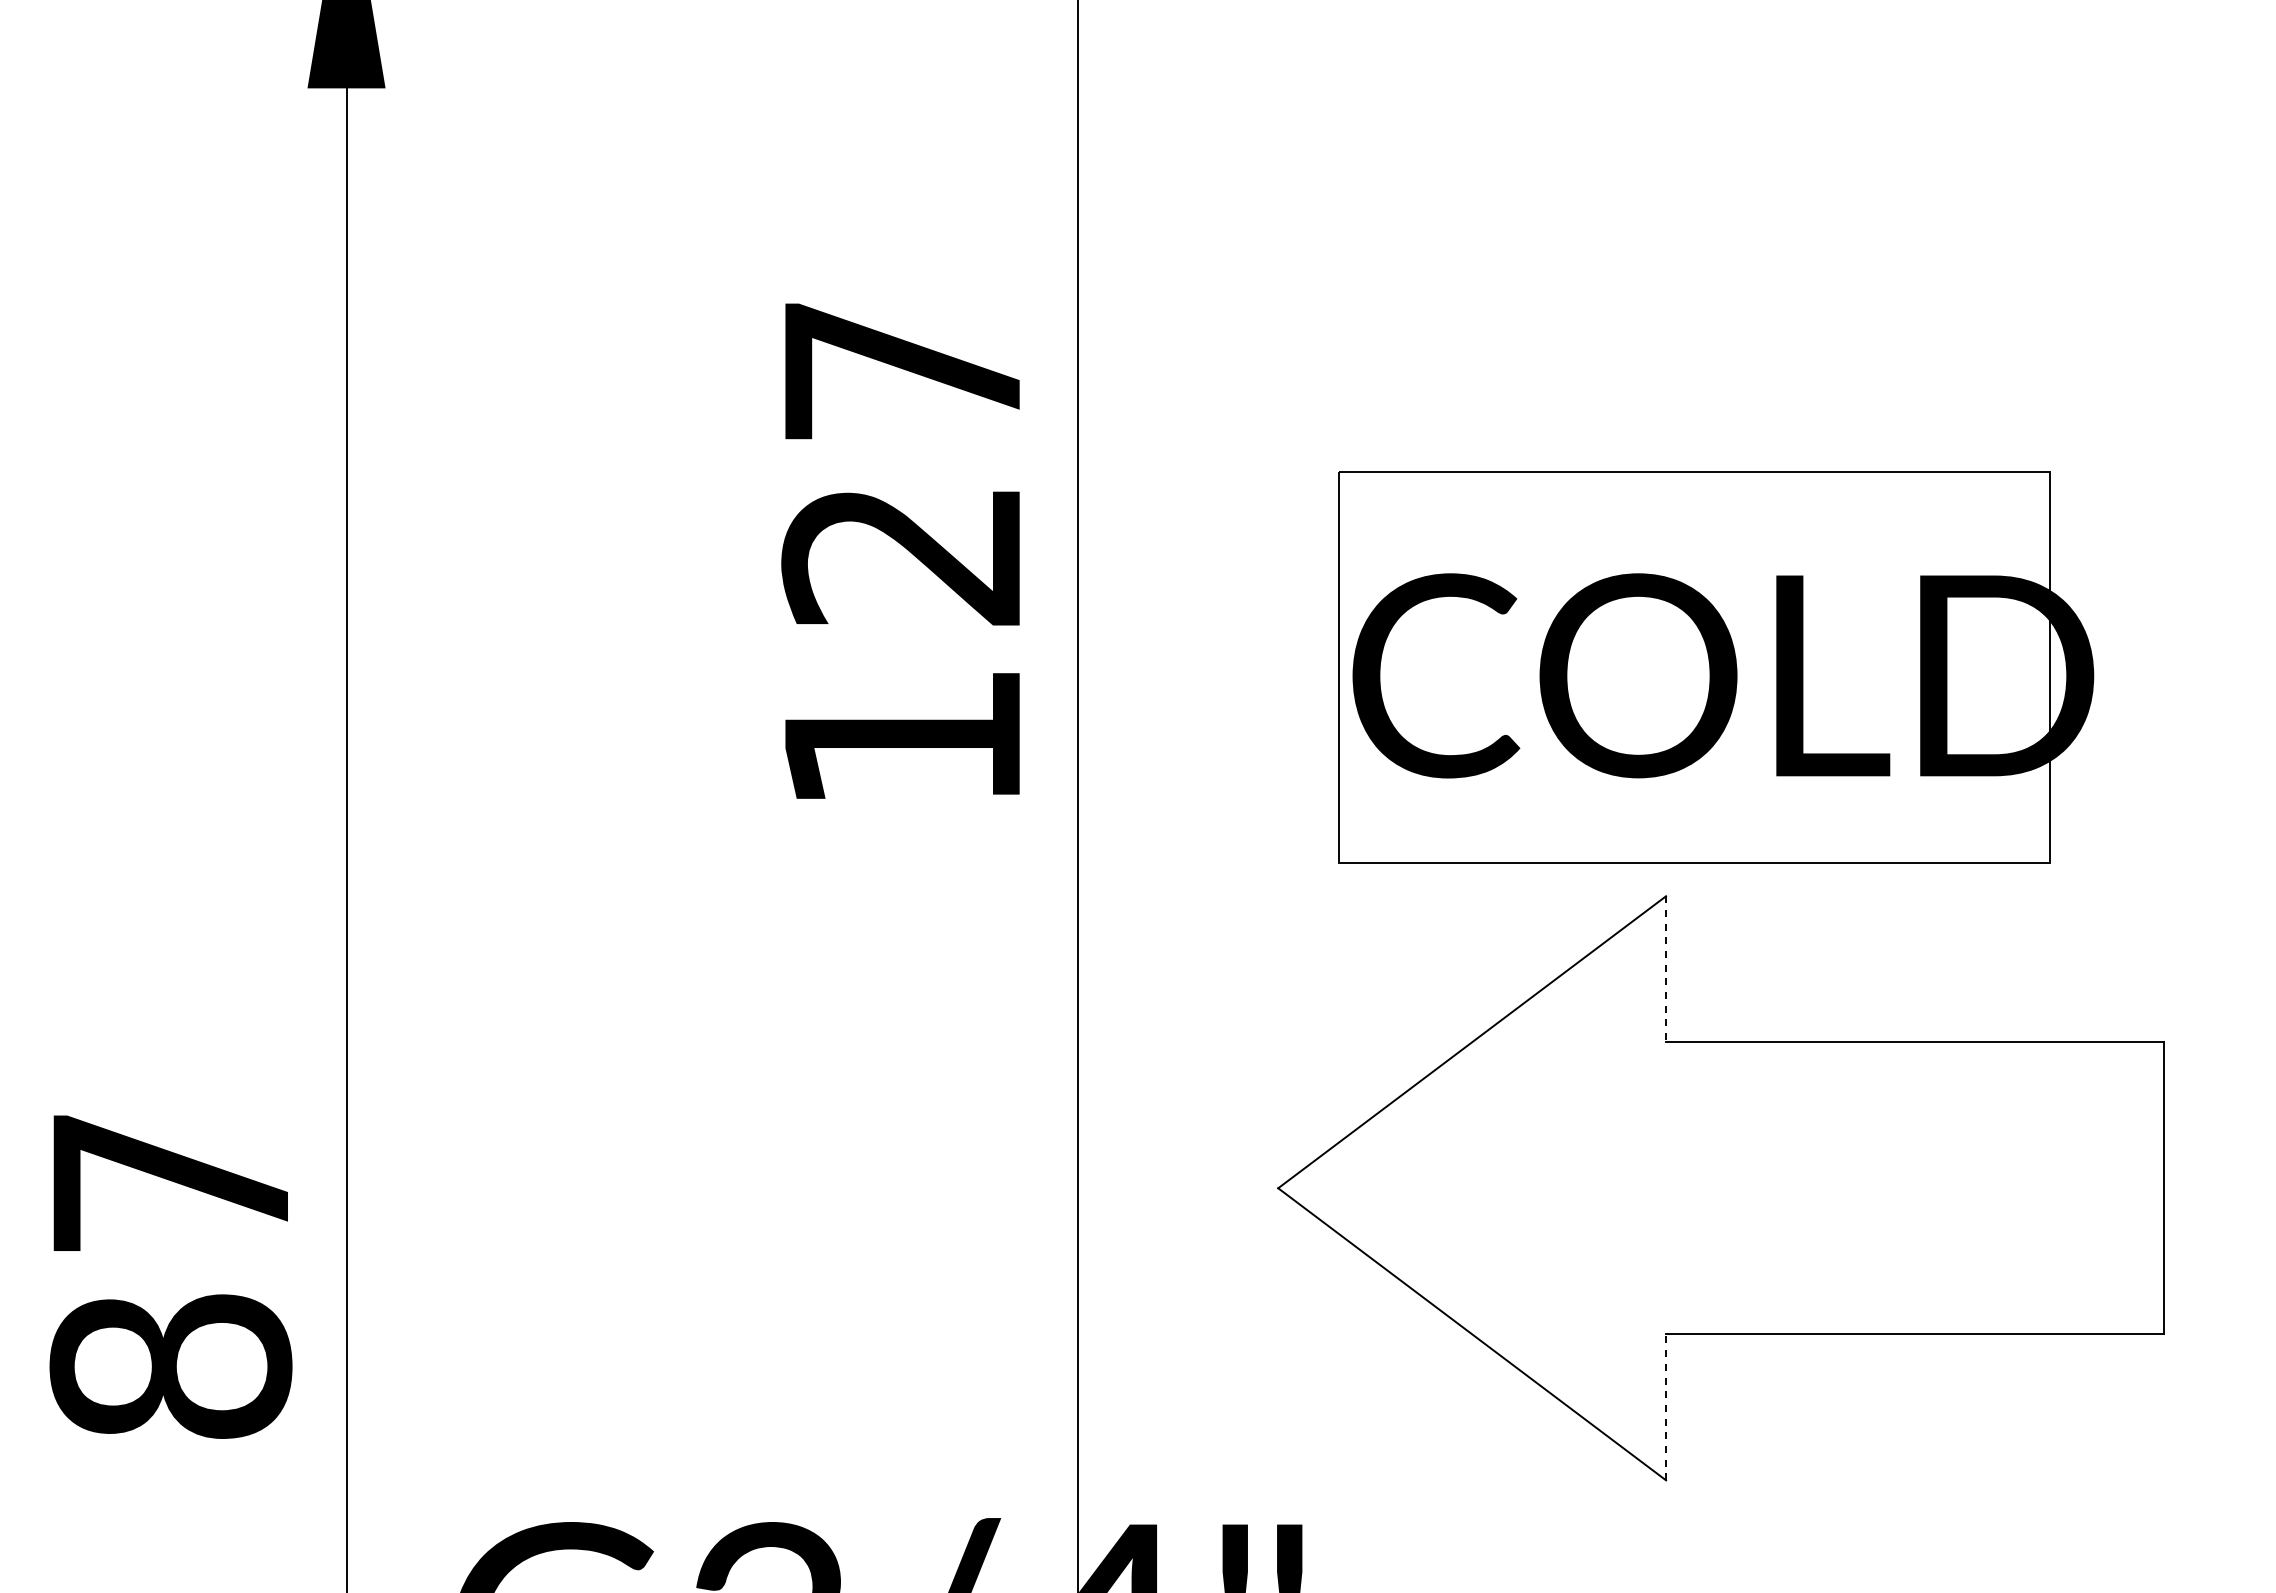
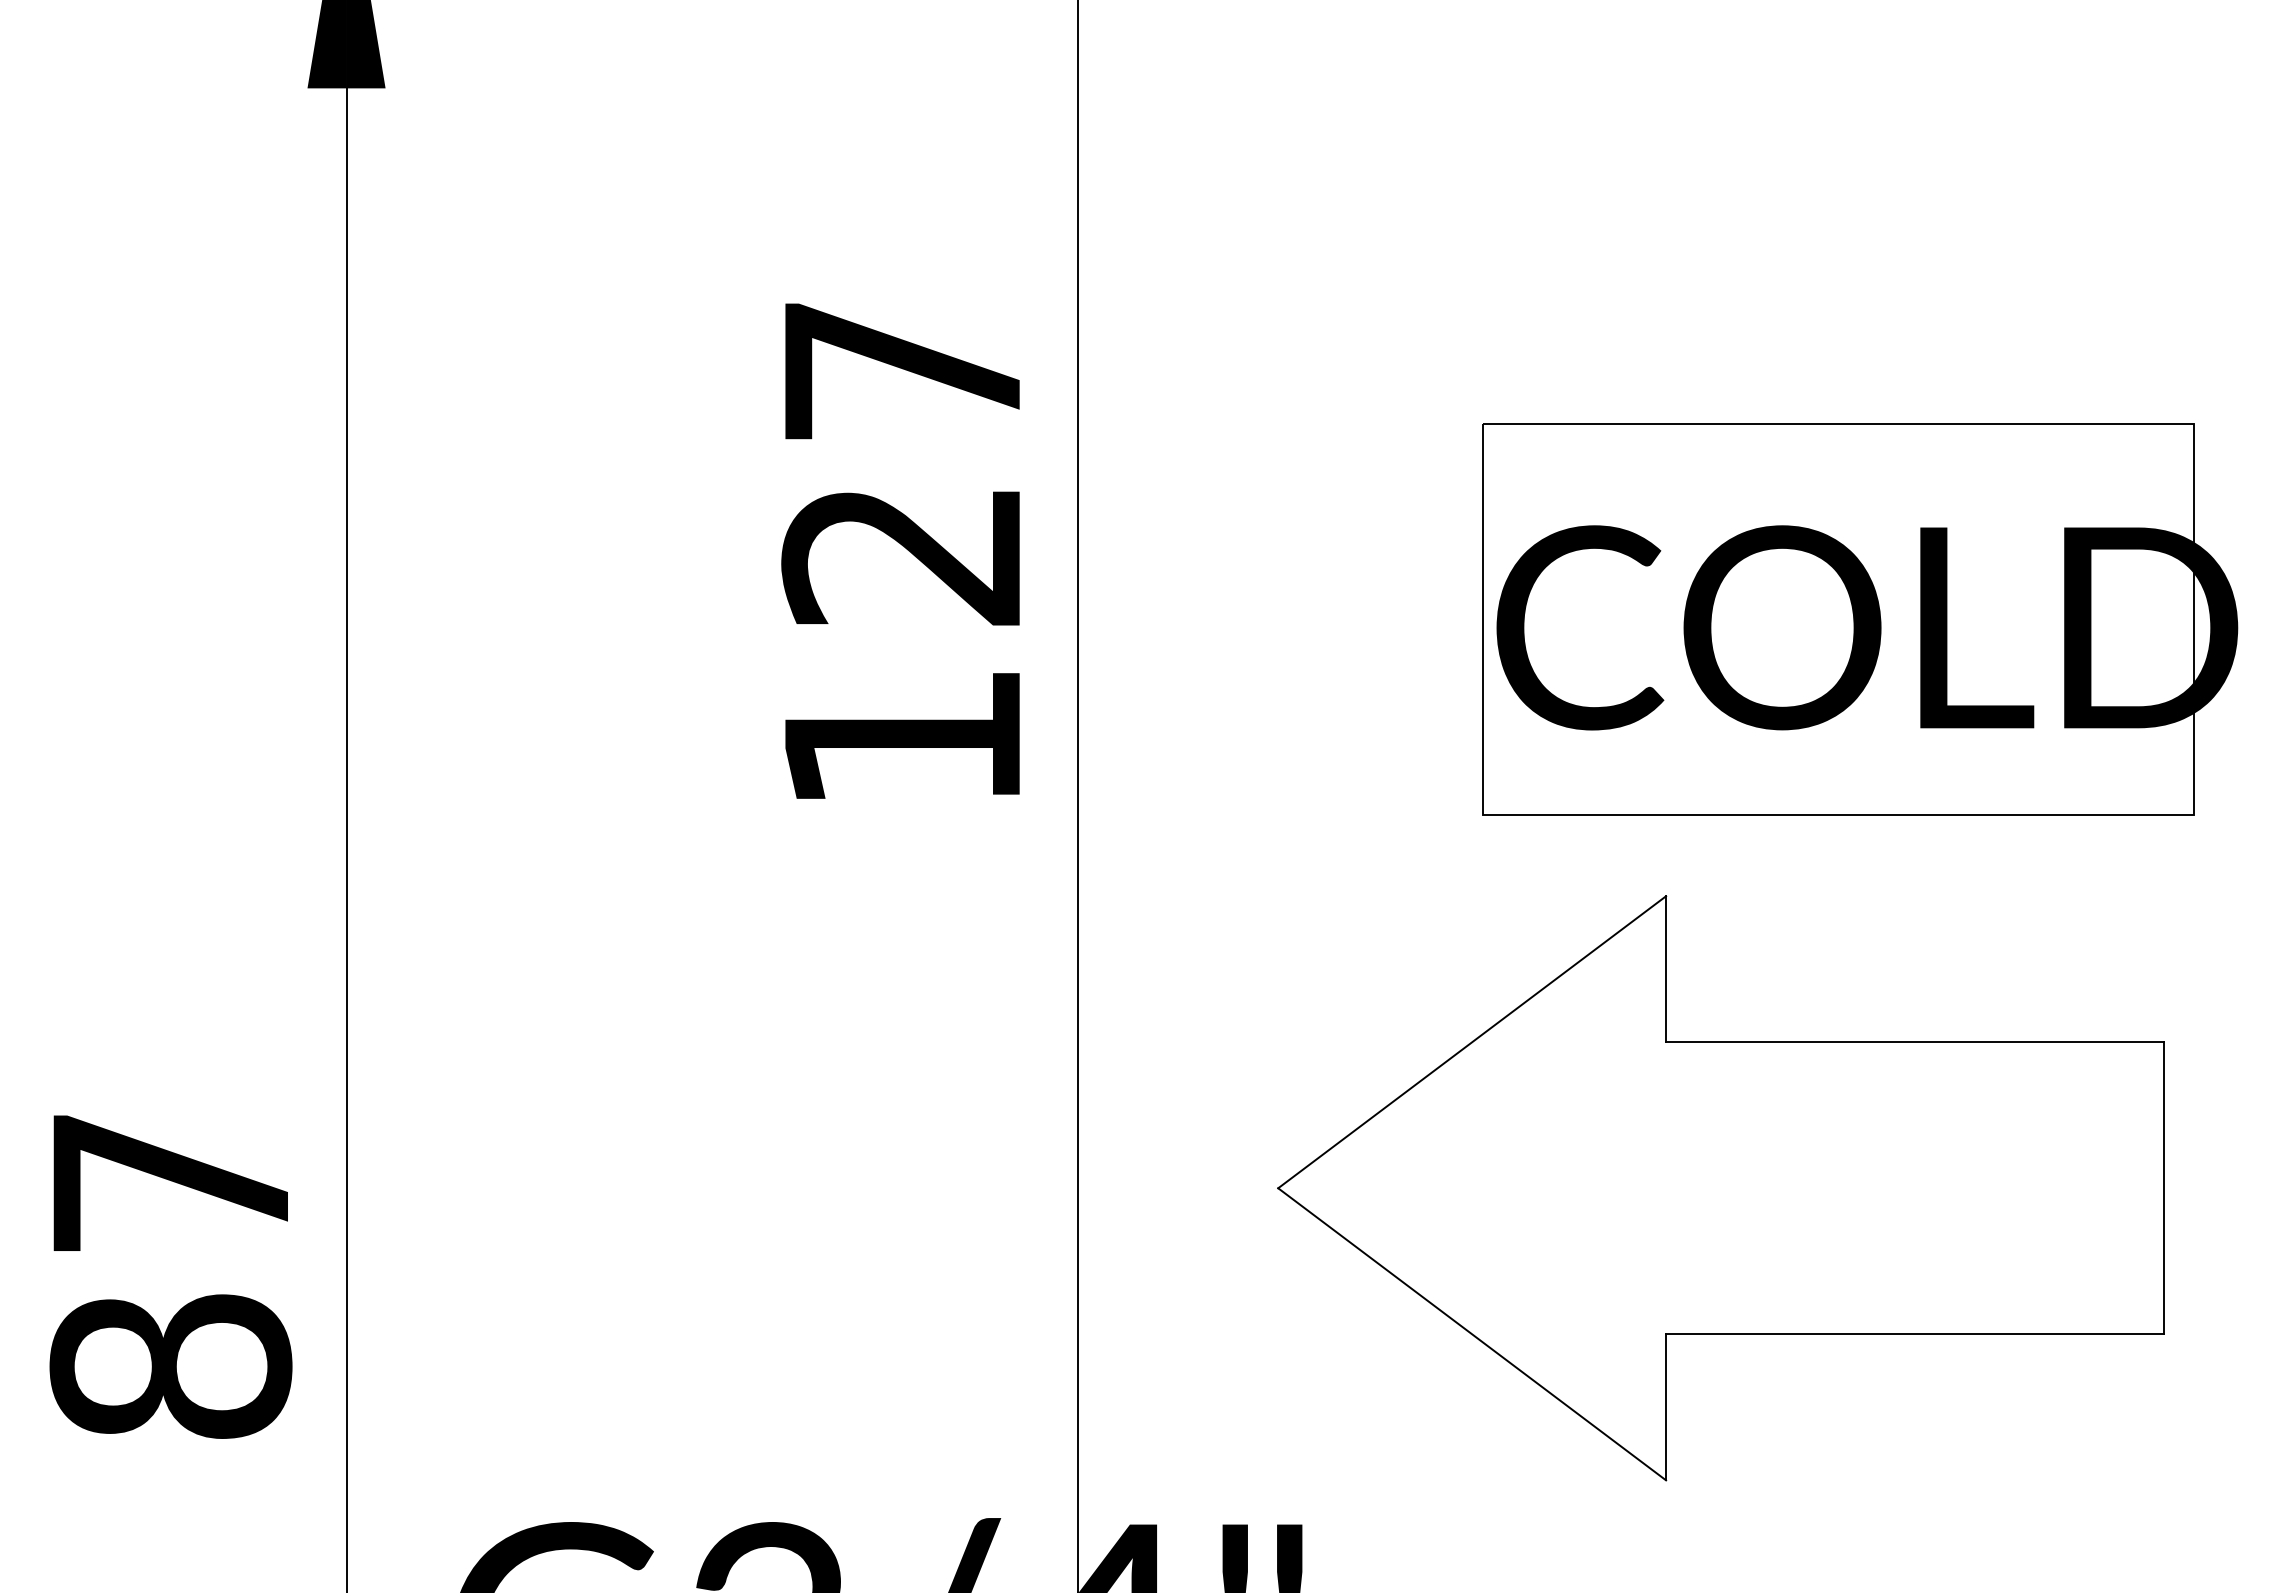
part at (1716, 667) position: (1716, 667) -> (1860, 619)
line at (1666, 969): dashed -> solid
line at (1666, 1406): dashed -> solid
